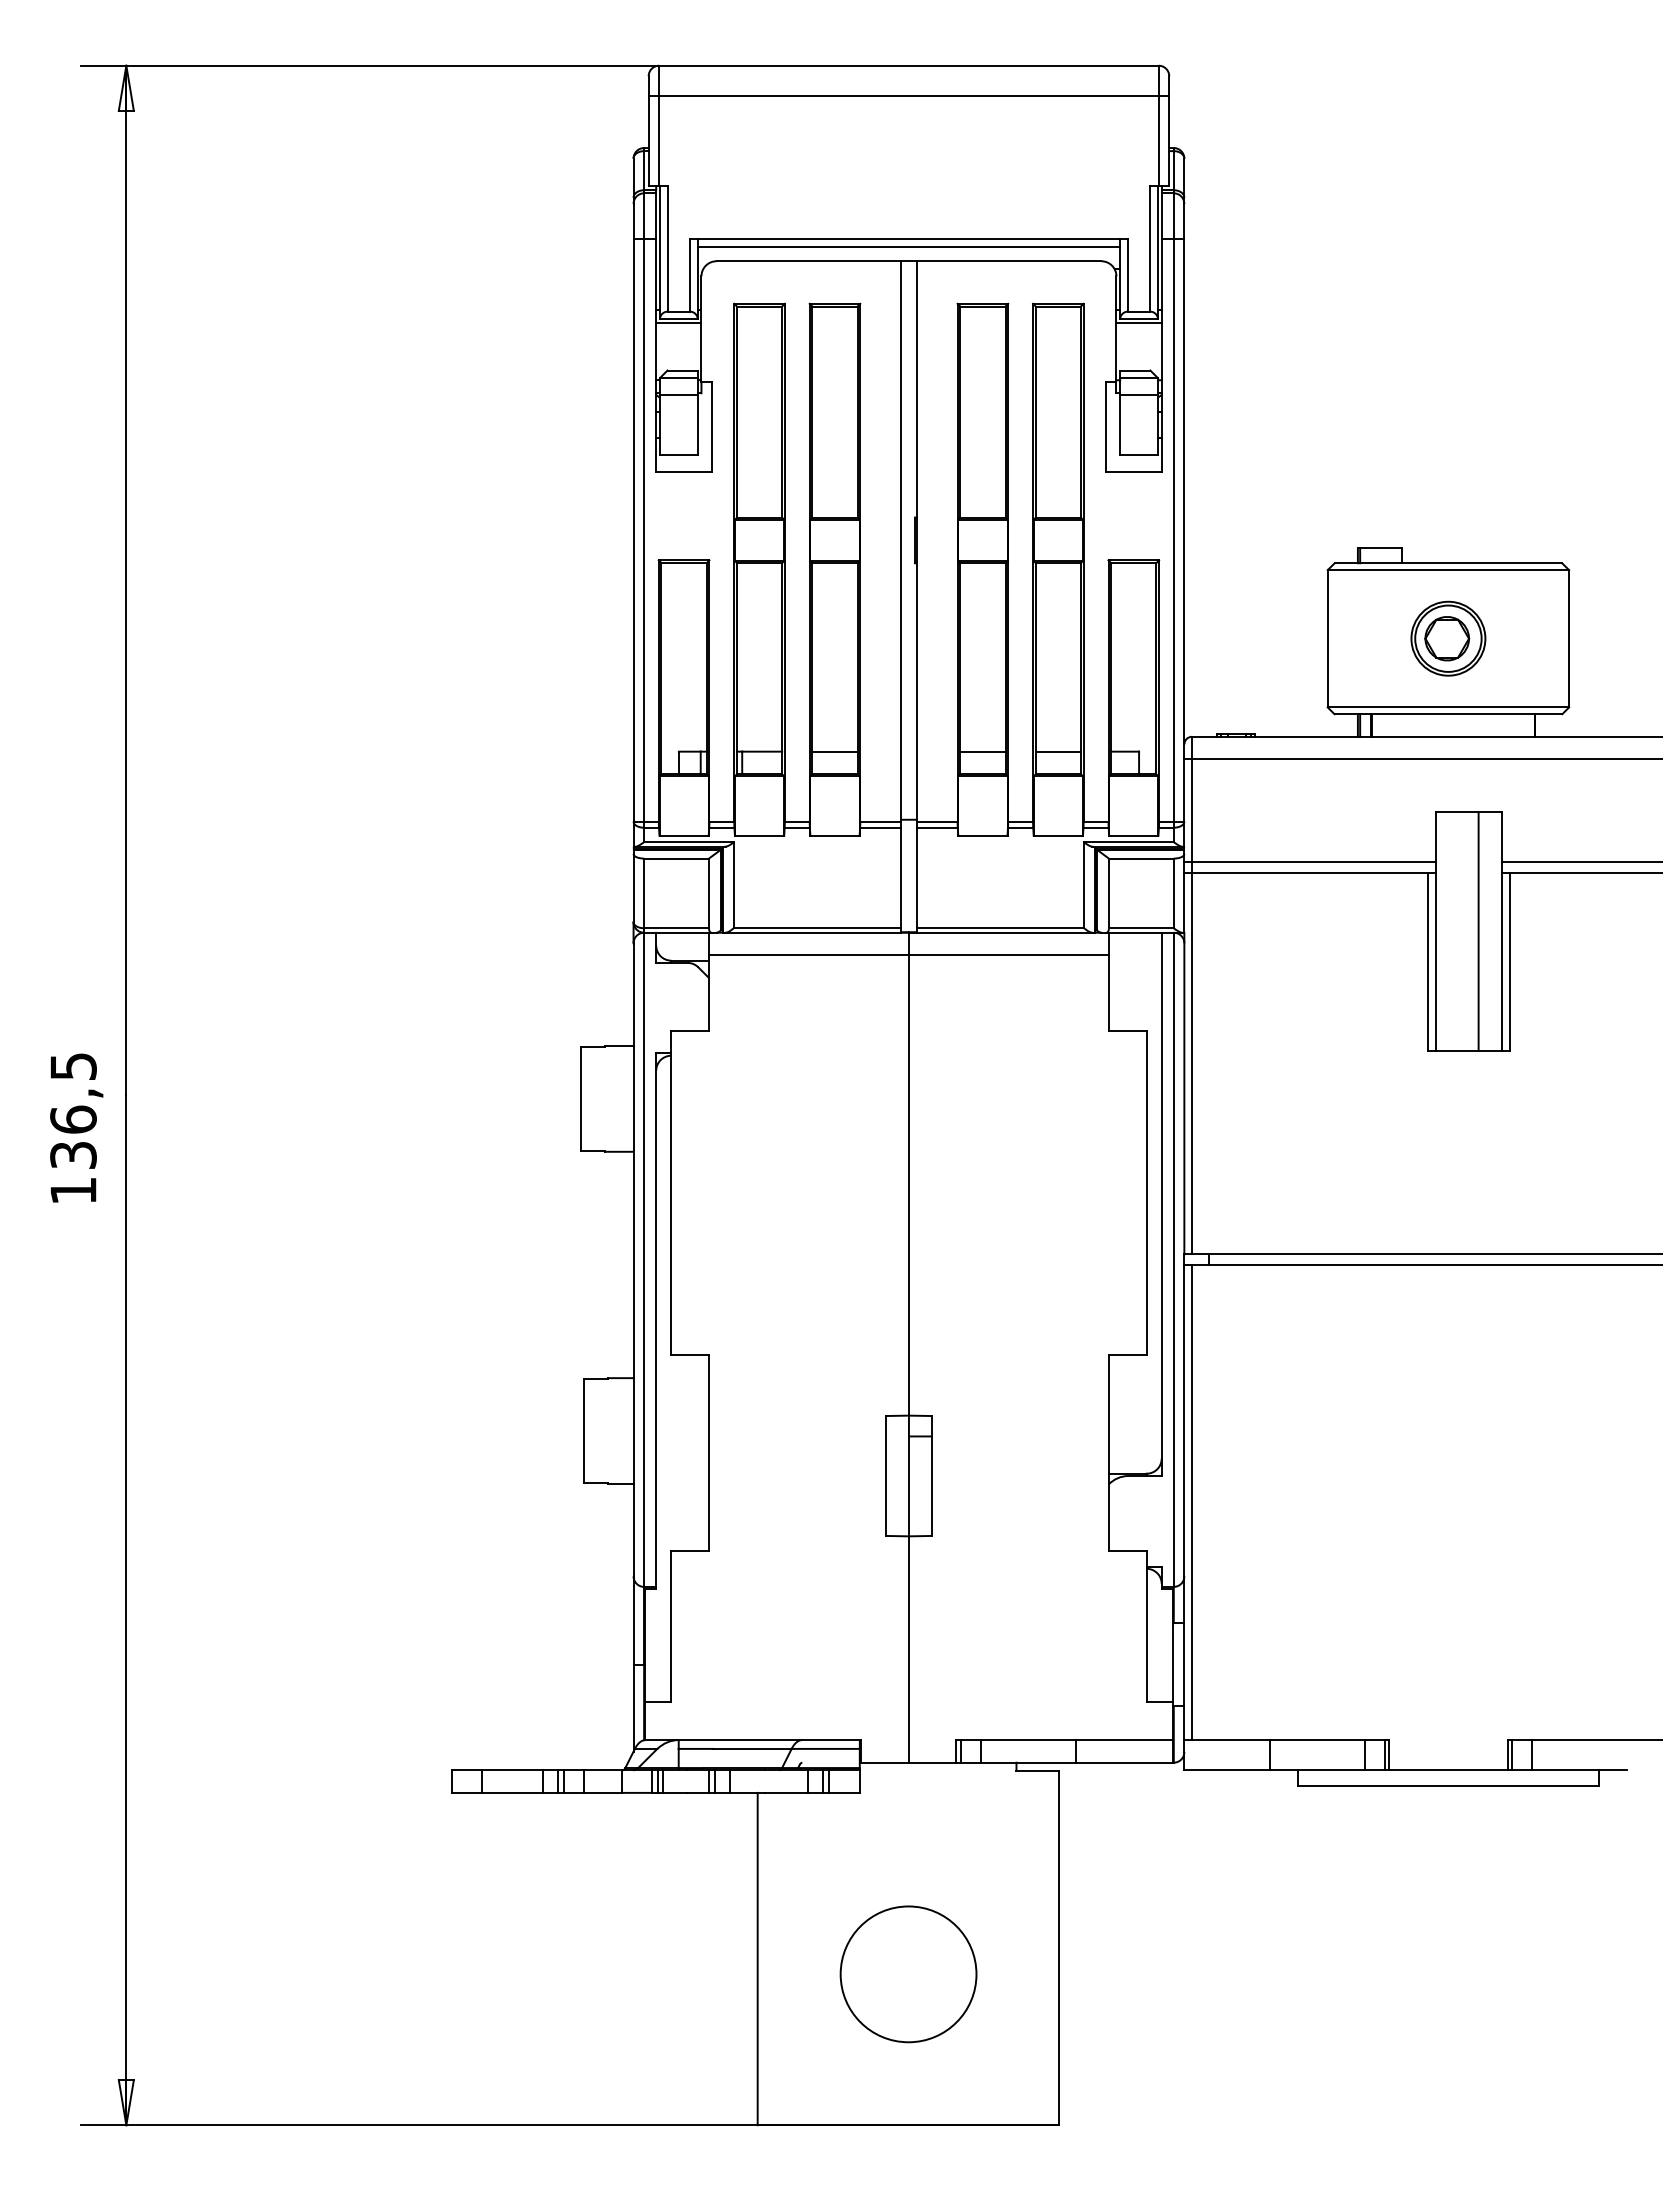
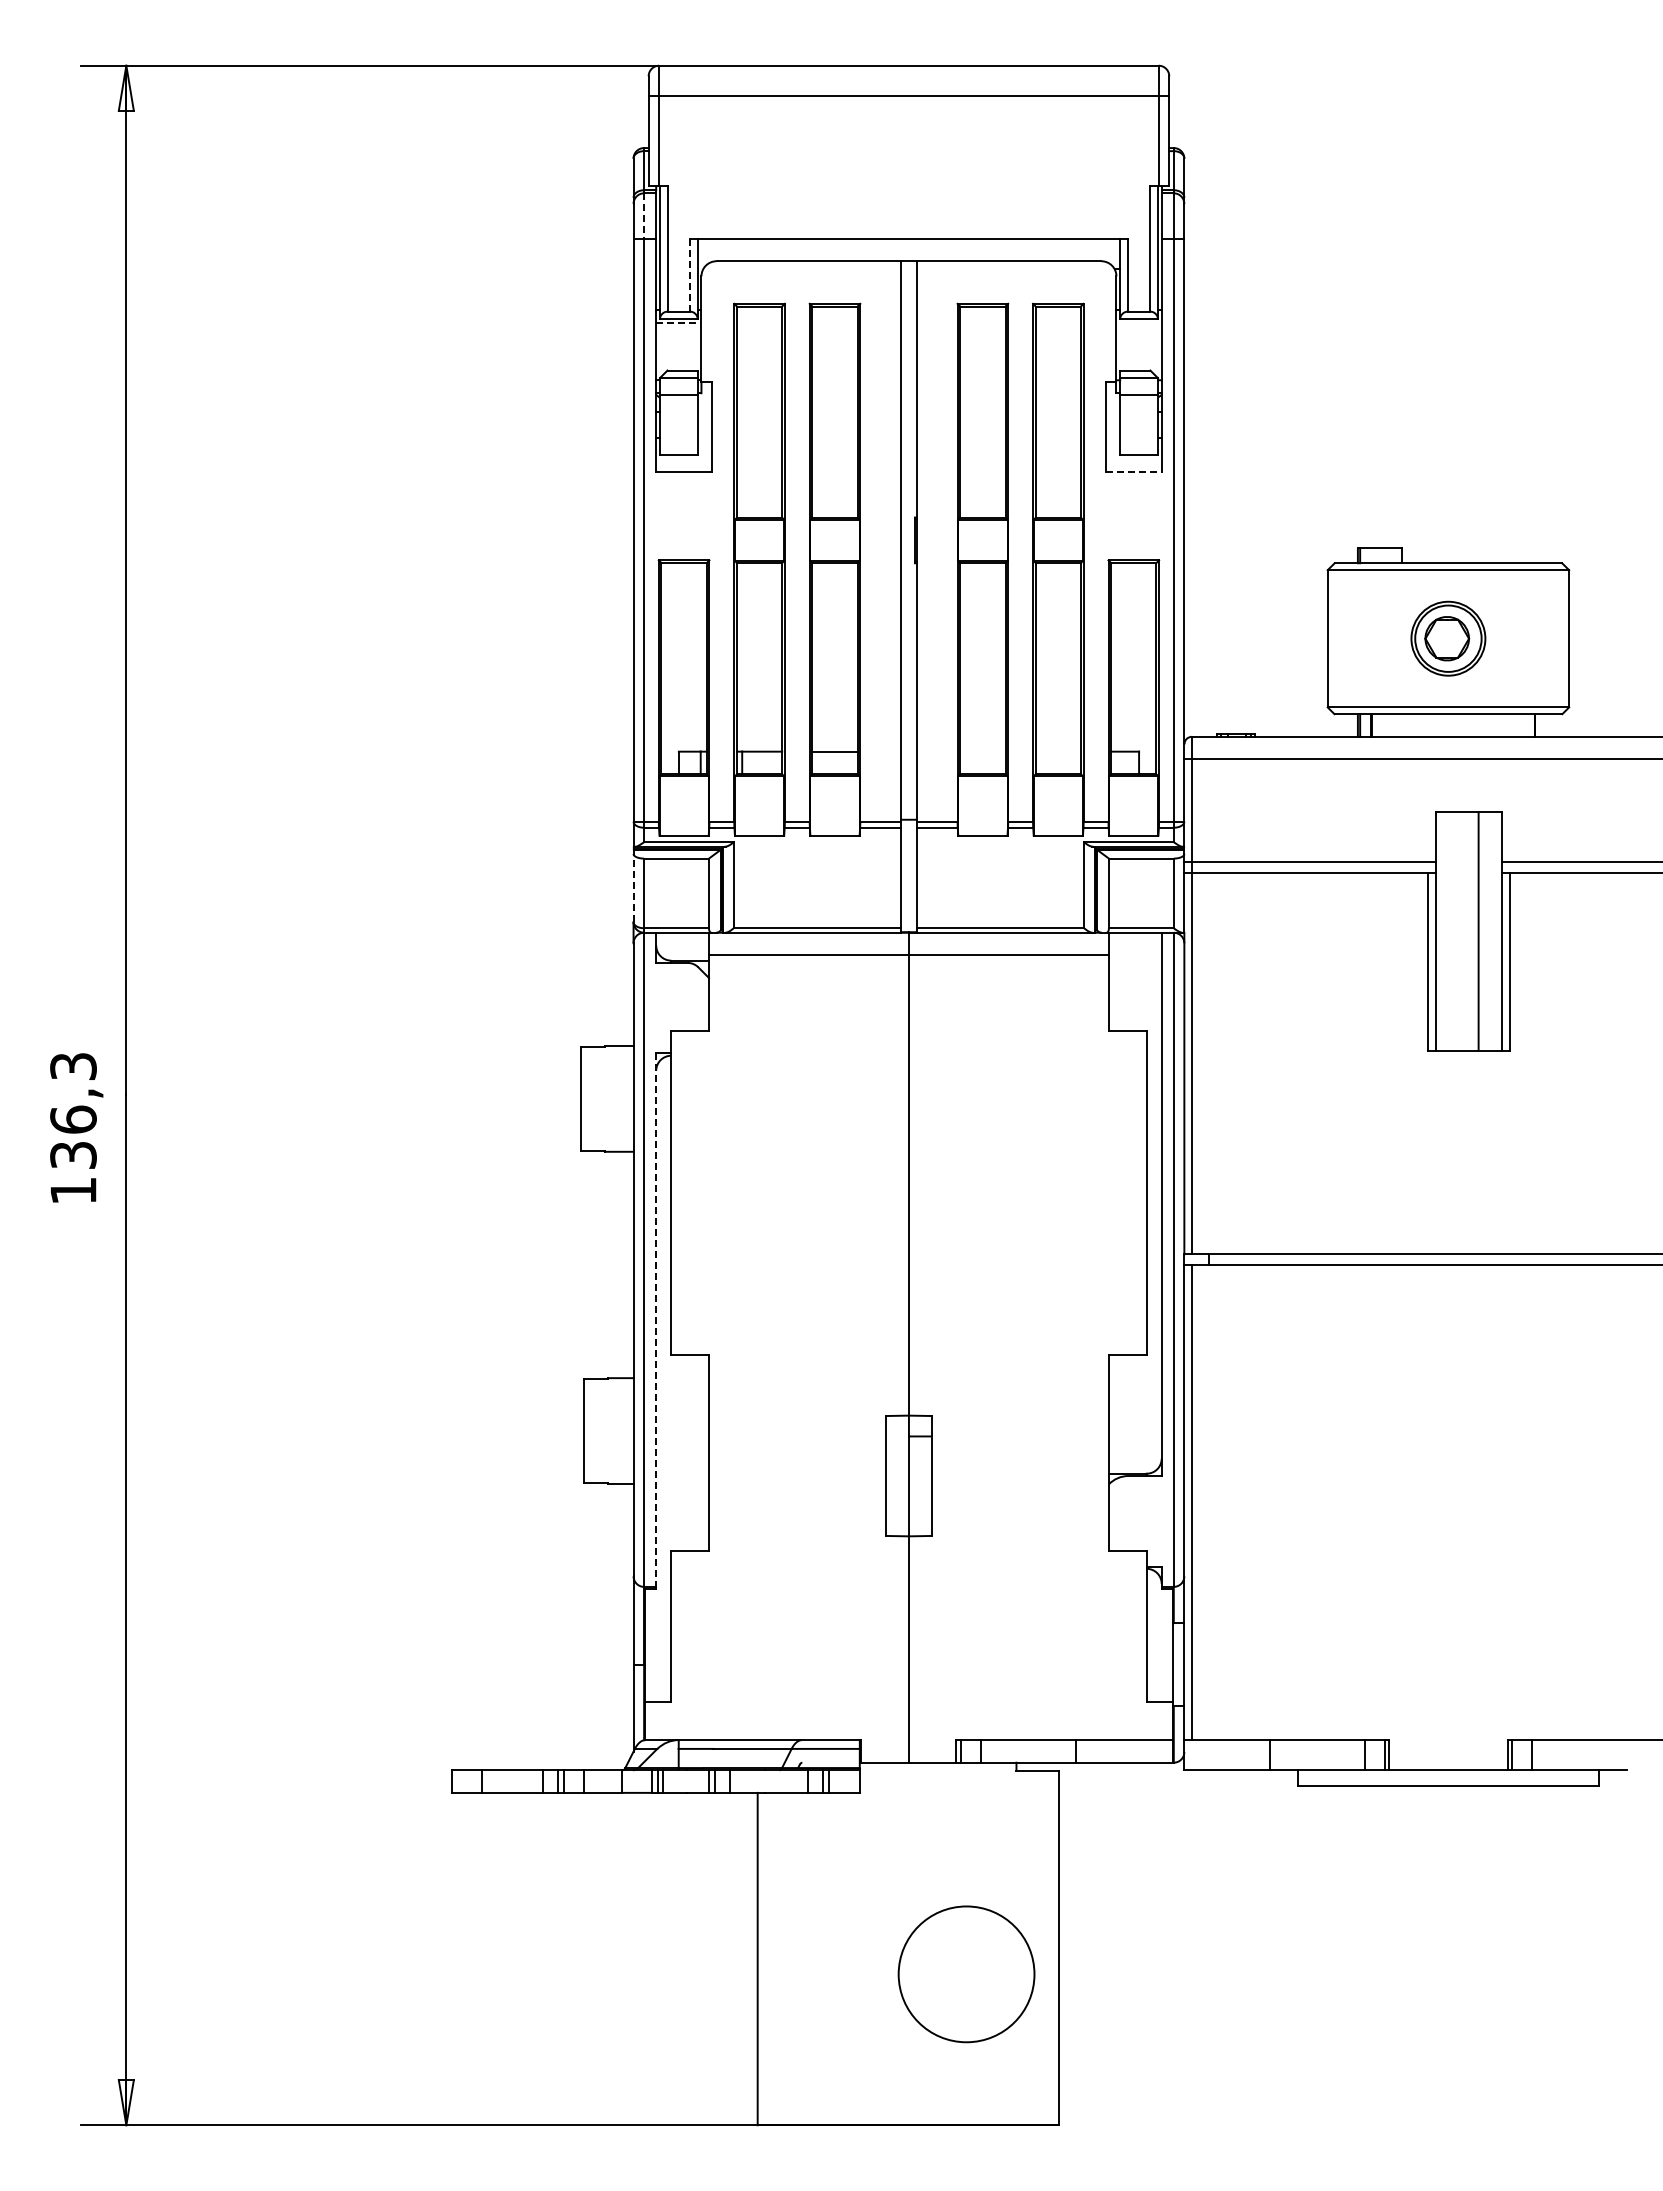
line at (644, 215): solid -> dashed
line at (908, 246): present -> none
line at (690, 274): solid -> dashed
line at (678, 323): solid -> dashed
line at (1138, 323): present -> none
line at (1133, 472): solid -> dashed
line at (982, 751): present -> none
line at (1057, 751): present -> none
line at (633, 887): solid -> dashed
text at (73, 1066): 136,5 -> 136,3
line at (656, 1320): solid -> dashed
circle at (908, 1974) position: (908, 1974) -> (966, 1974)
